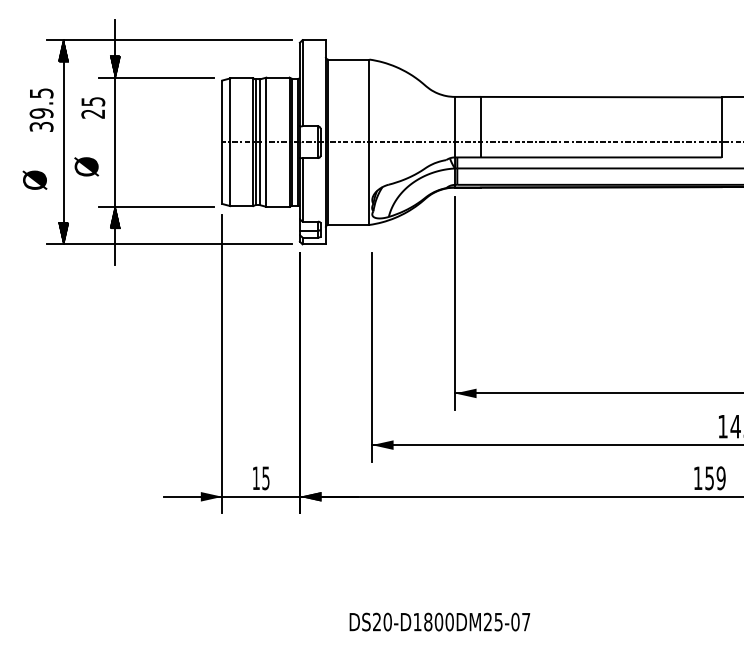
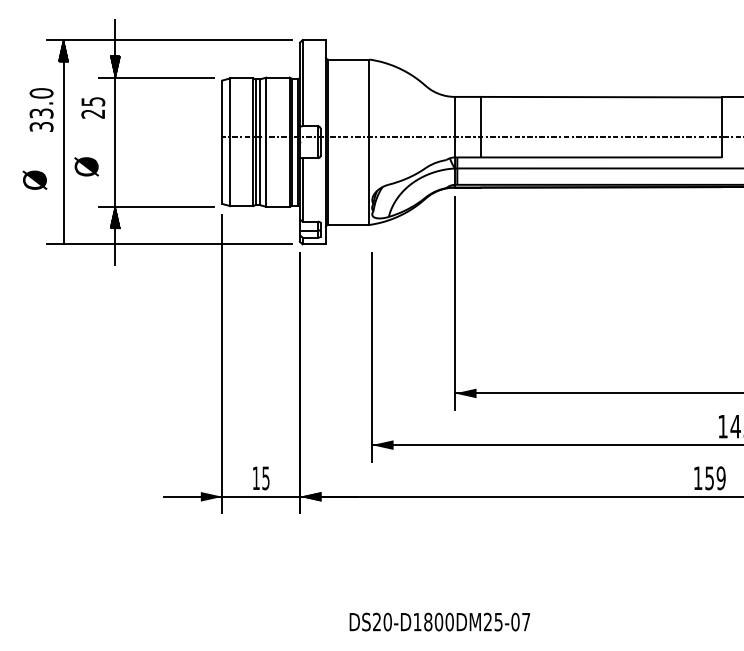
text at (41, 103): 39.5 -> 33.0
line at (481, 142) position: (481, 142) -> (481, 137)
hatch at (63, 233): present -> none
